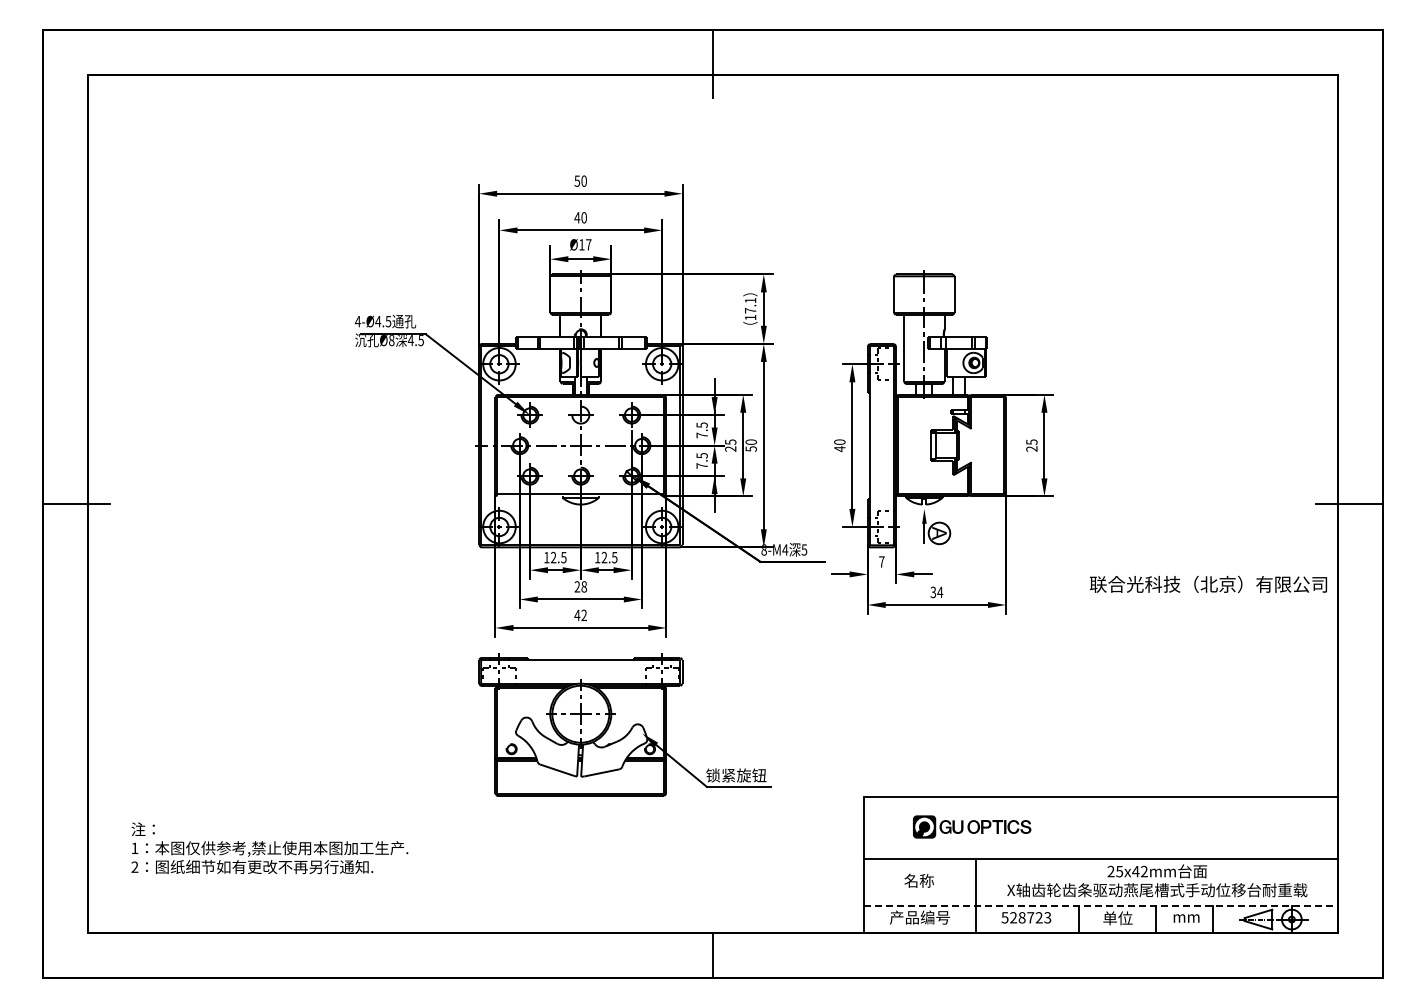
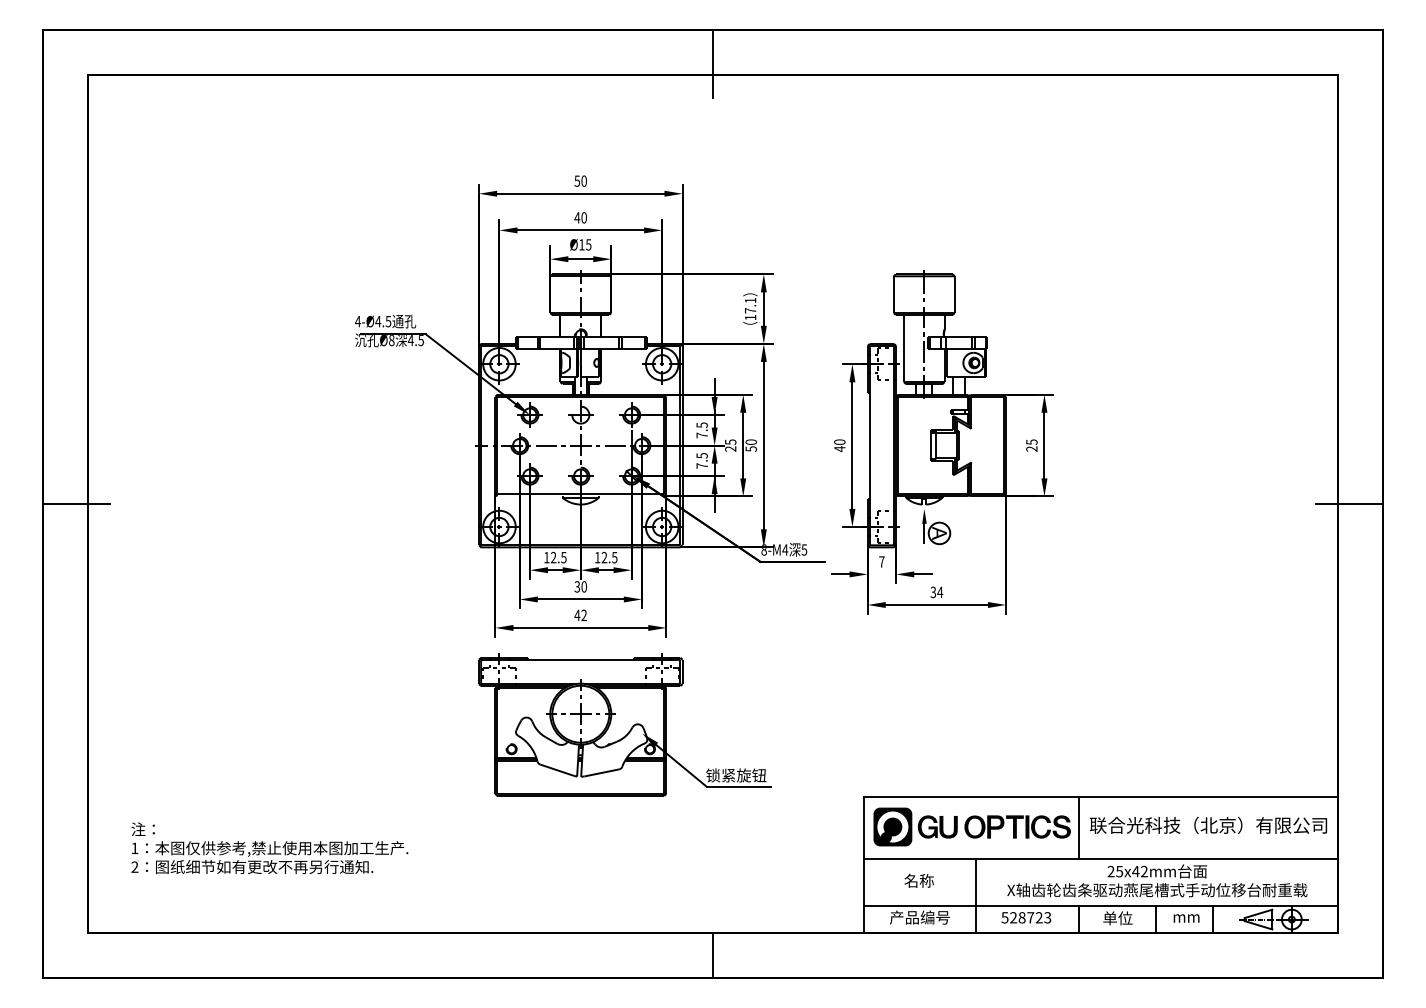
text at (588, 244): Ø17 -> Ø15
text at (1208, 583) position: (1208, 583) -> (1208, 824)
text at (580, 586): 28 -> 30
part at (972, 826) size: 119x24 px -> 198x40 px
line at (1079, 827): none -> present
line at (1101, 906): dashed -> solid
